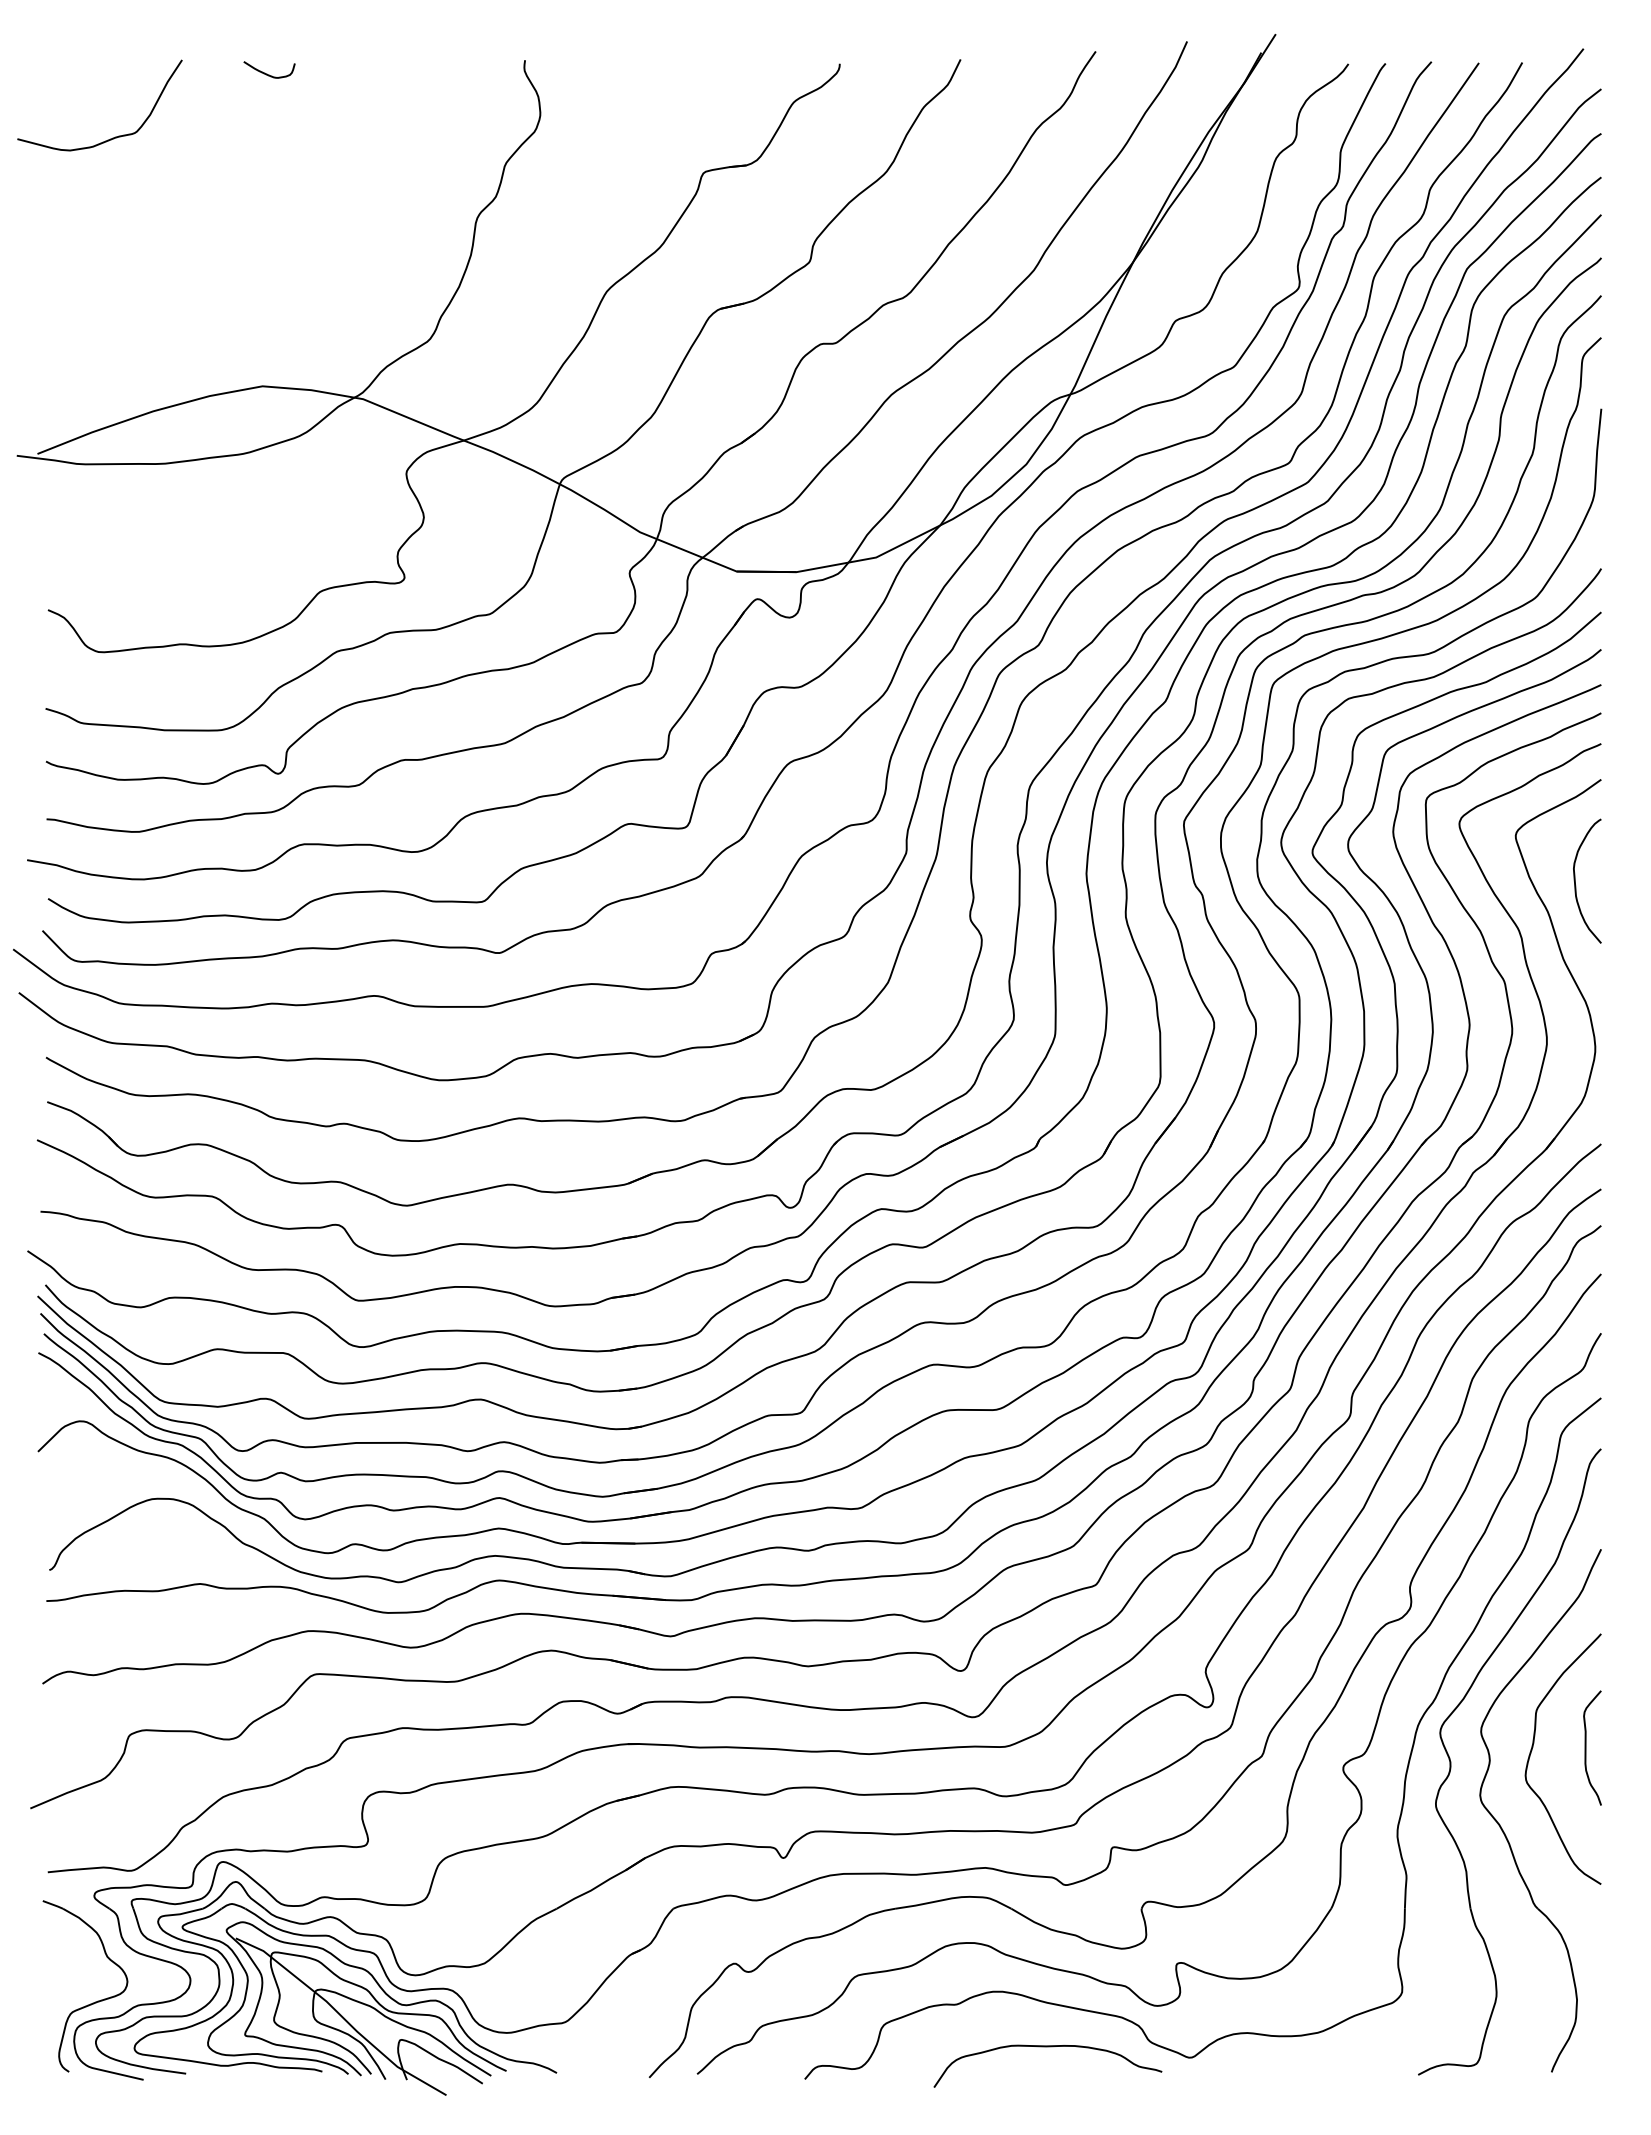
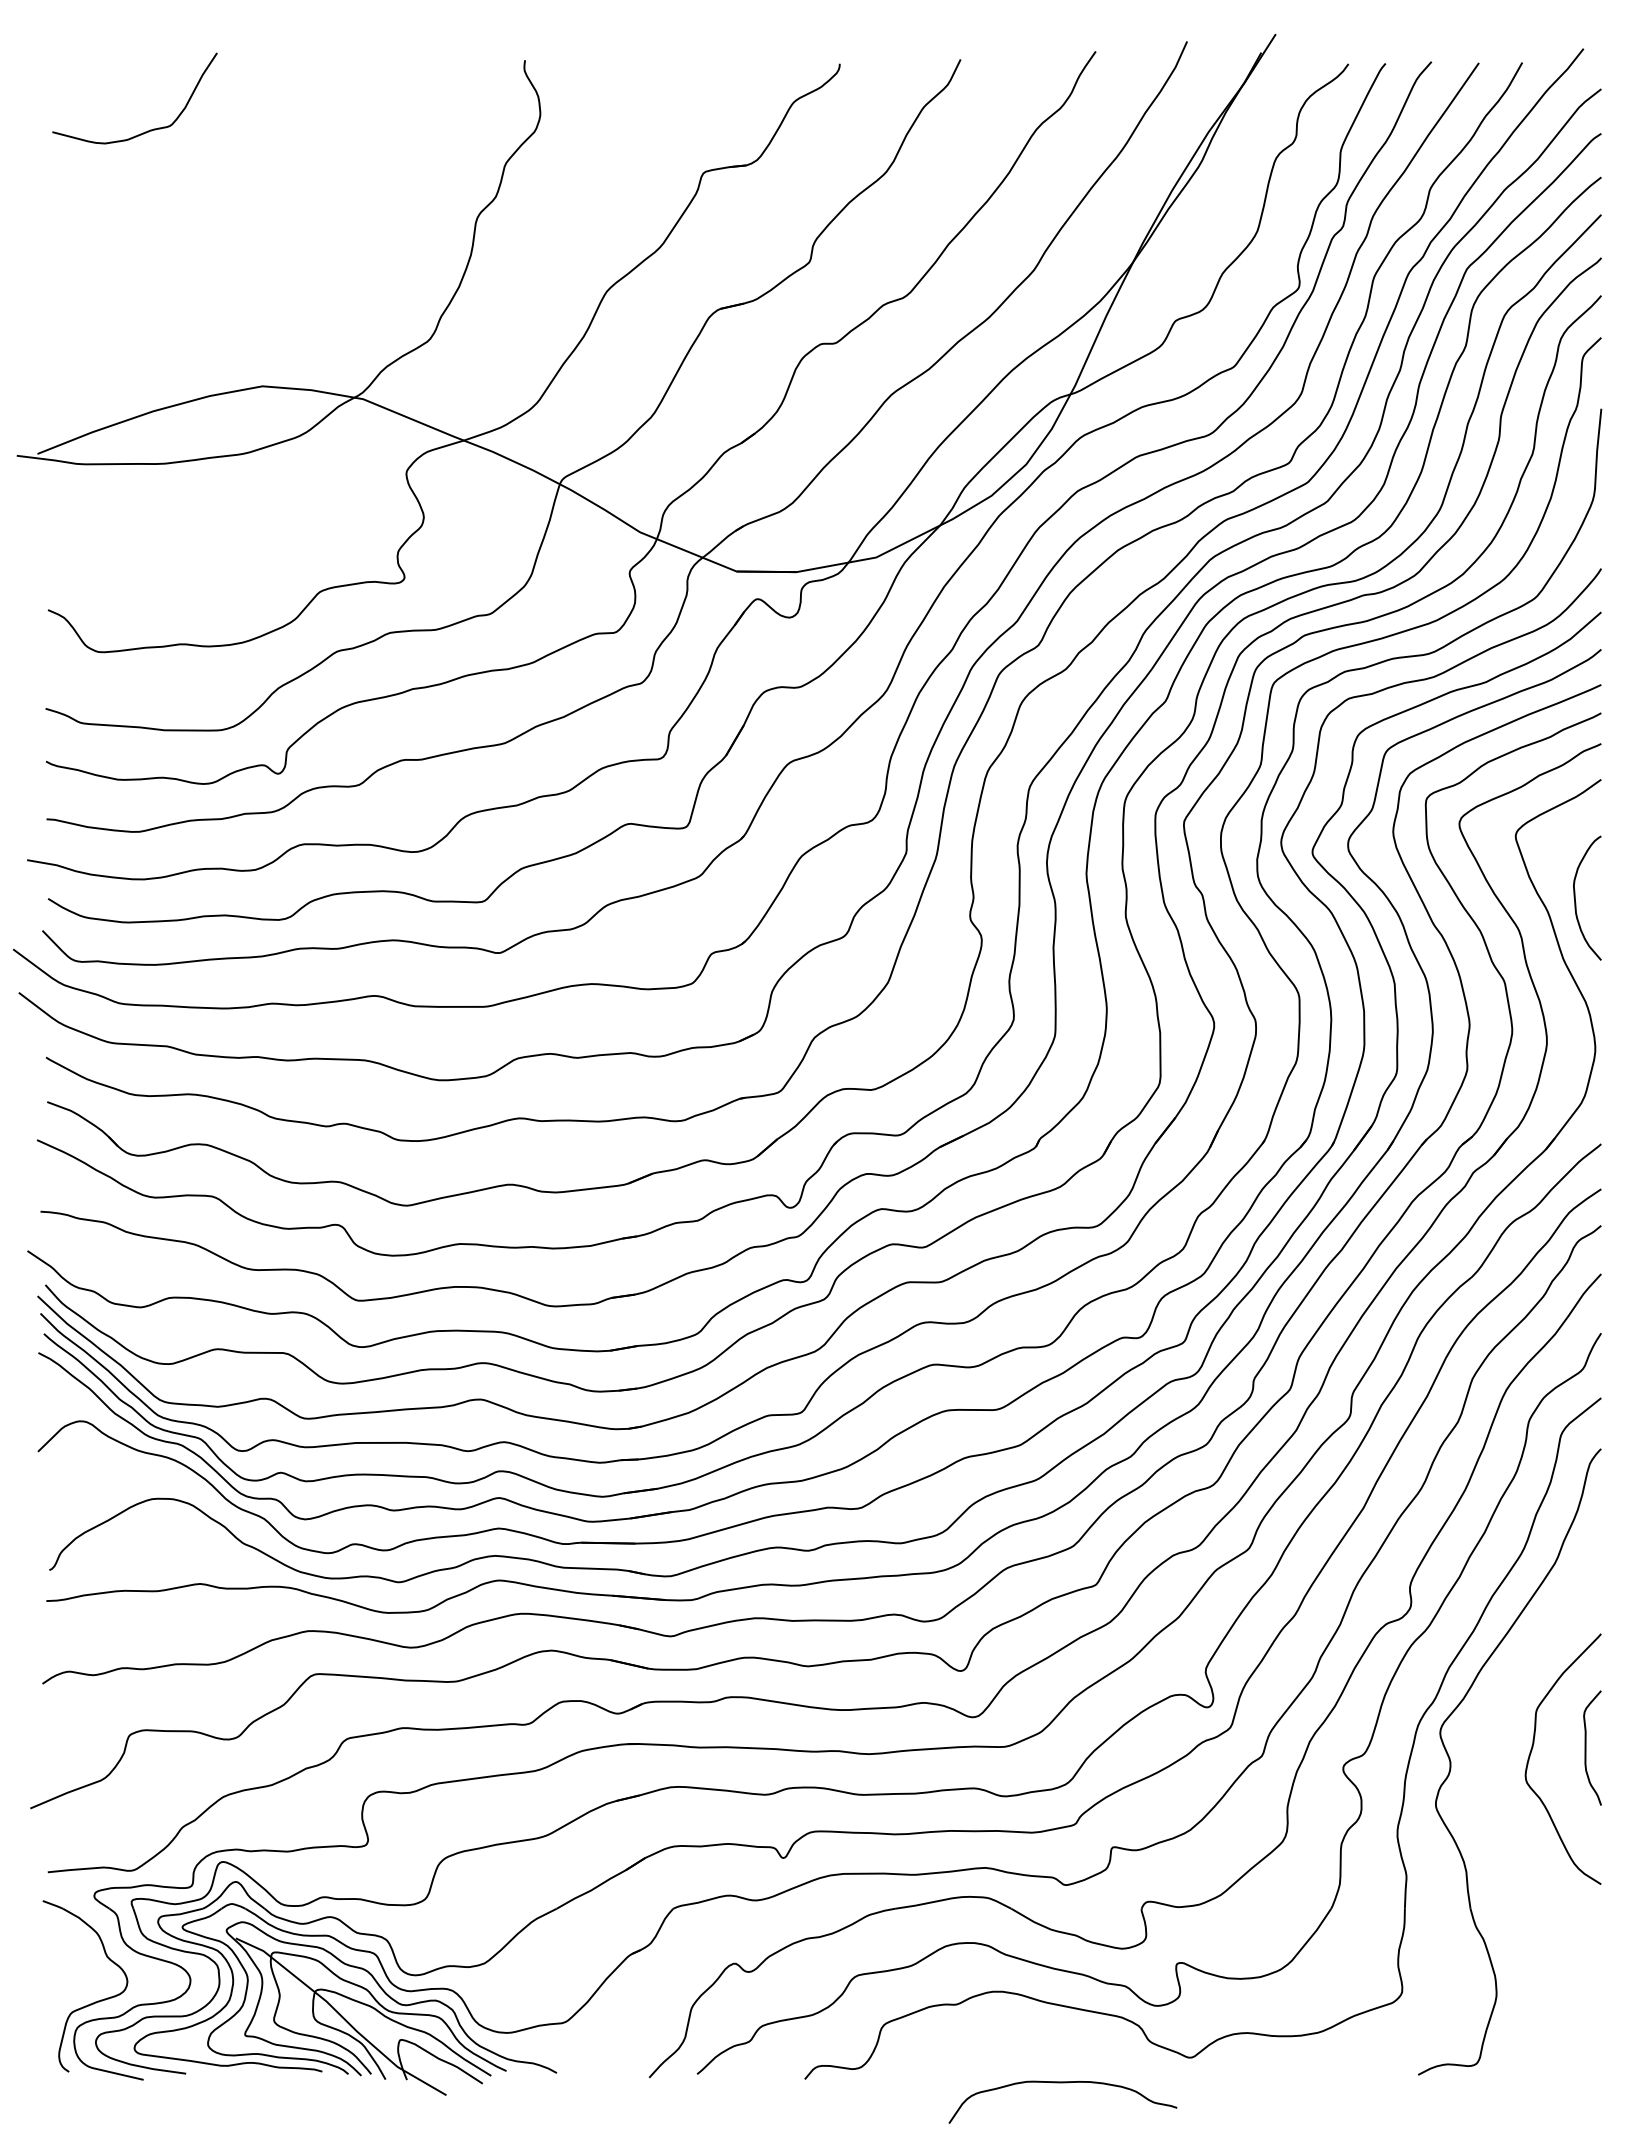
curve at (267, 73): present -> none
curve at (112, 137) position: (112, 137) -> (147, 130)
curve at (1575, 880) position: (1575, 880) -> (1575, 897)
part at (1504, 1831): present -> none
curve at (1047, 2047) position: (1047, 2047) -> (1062, 2083)
